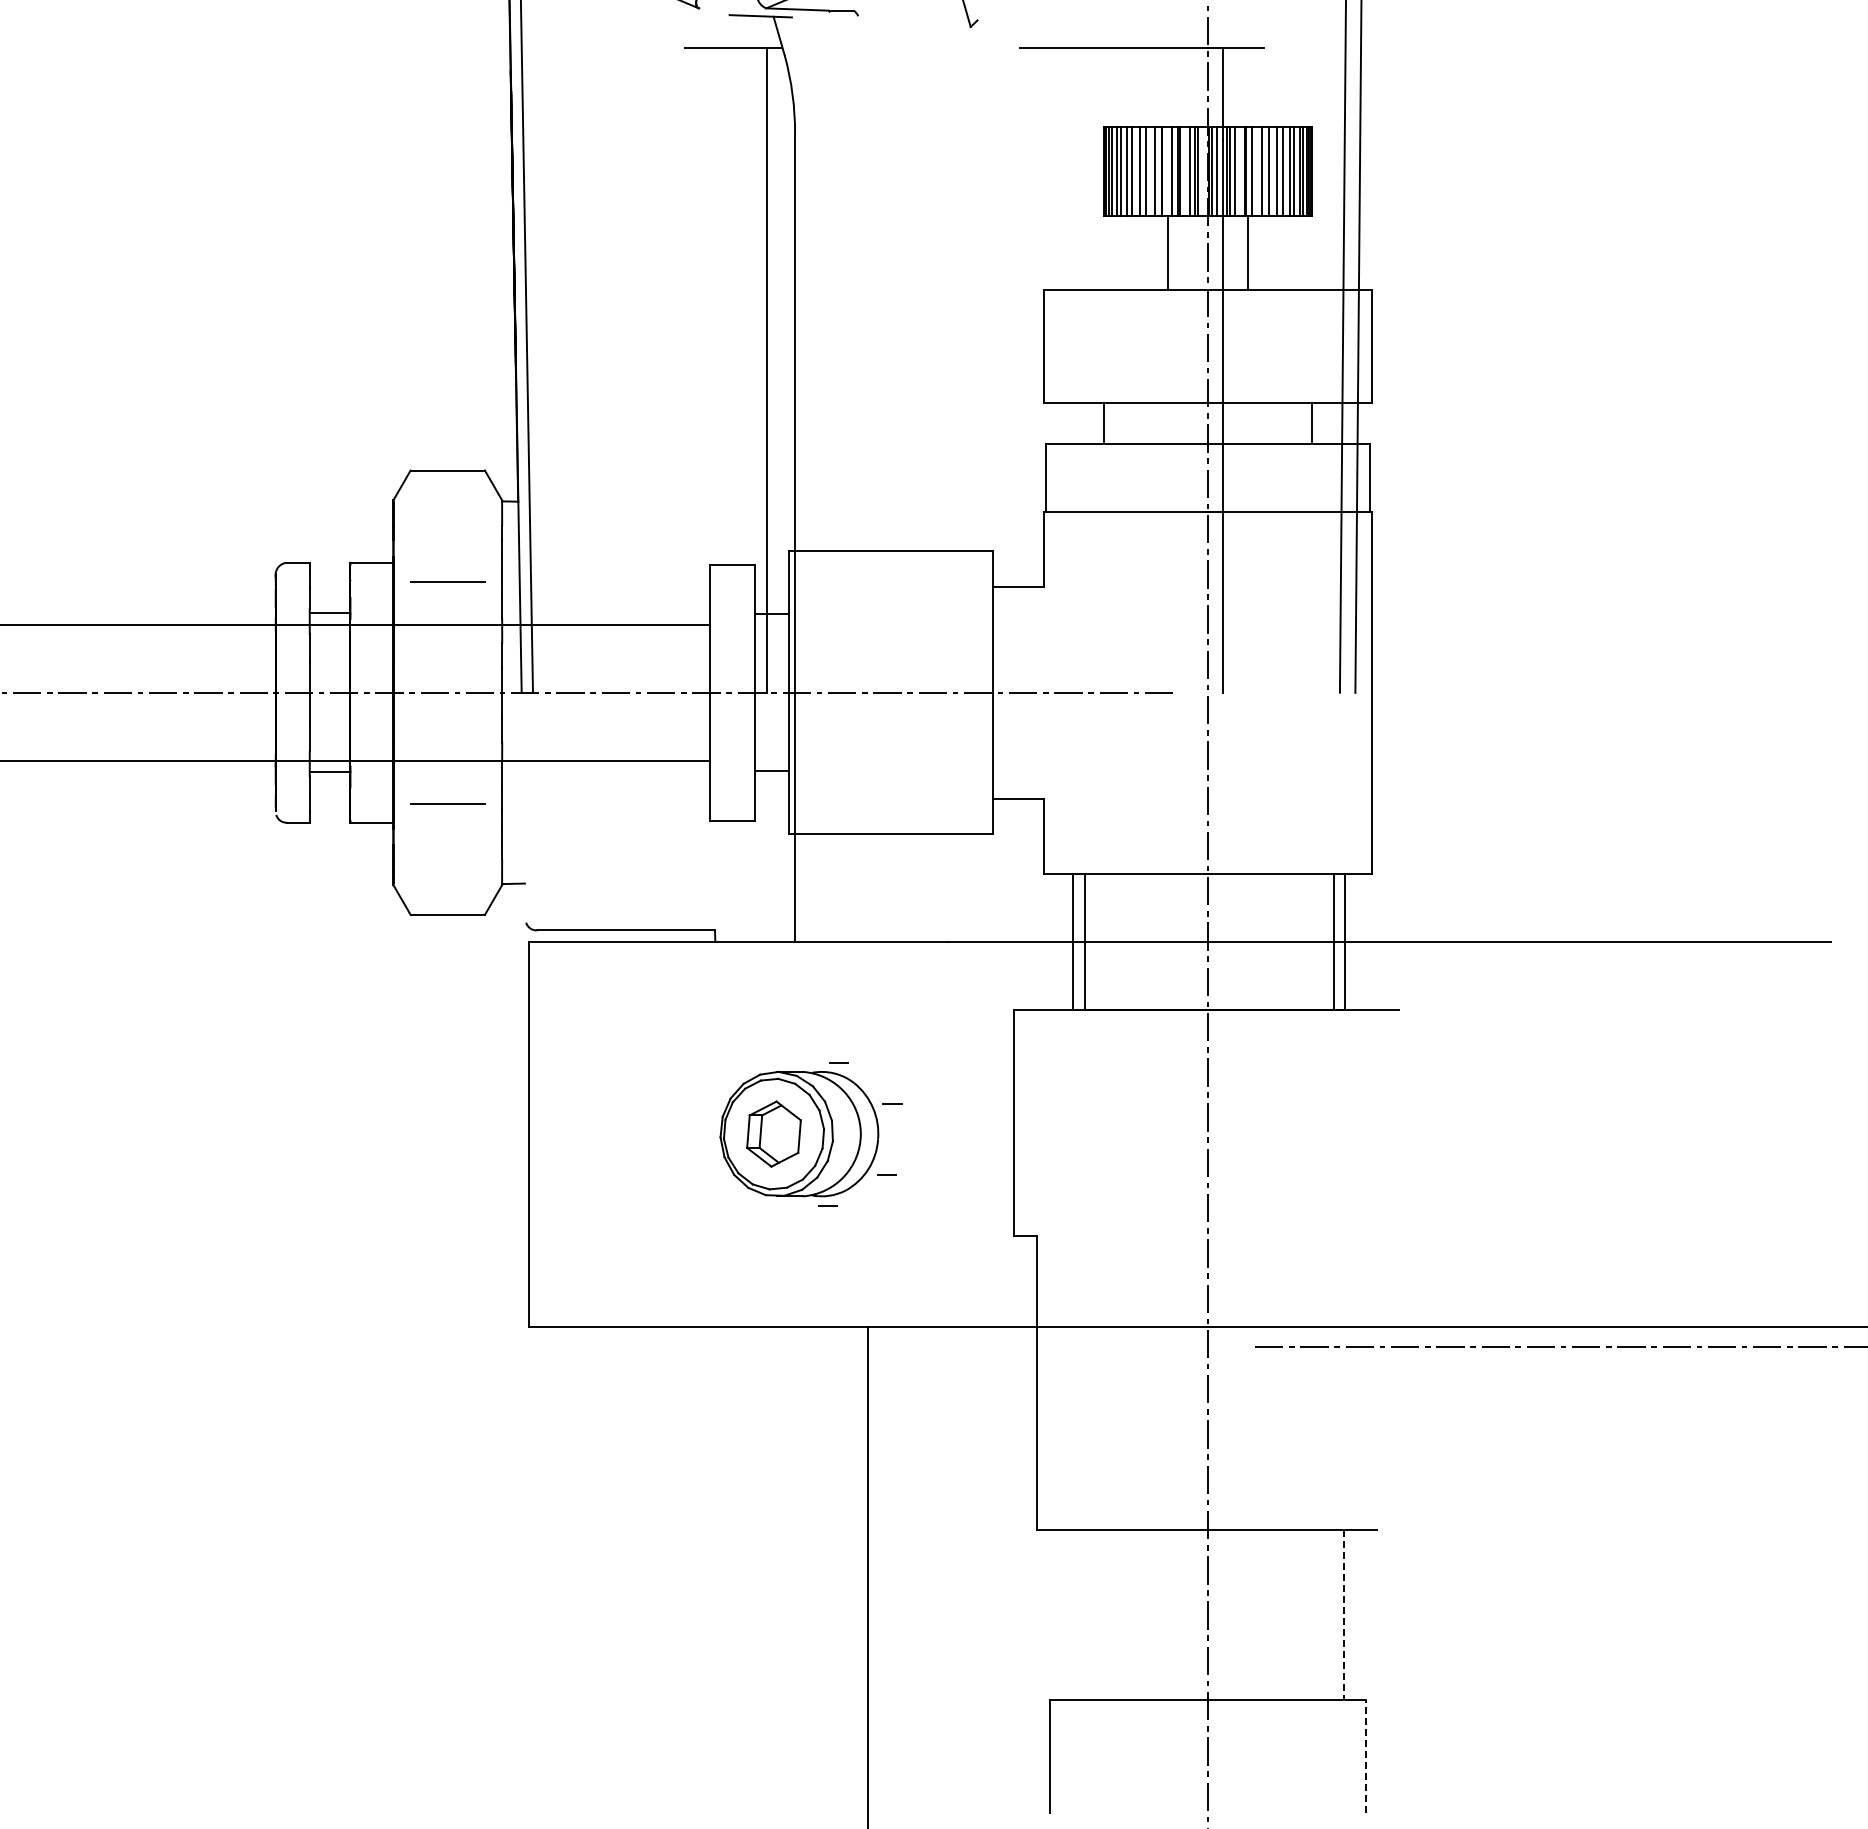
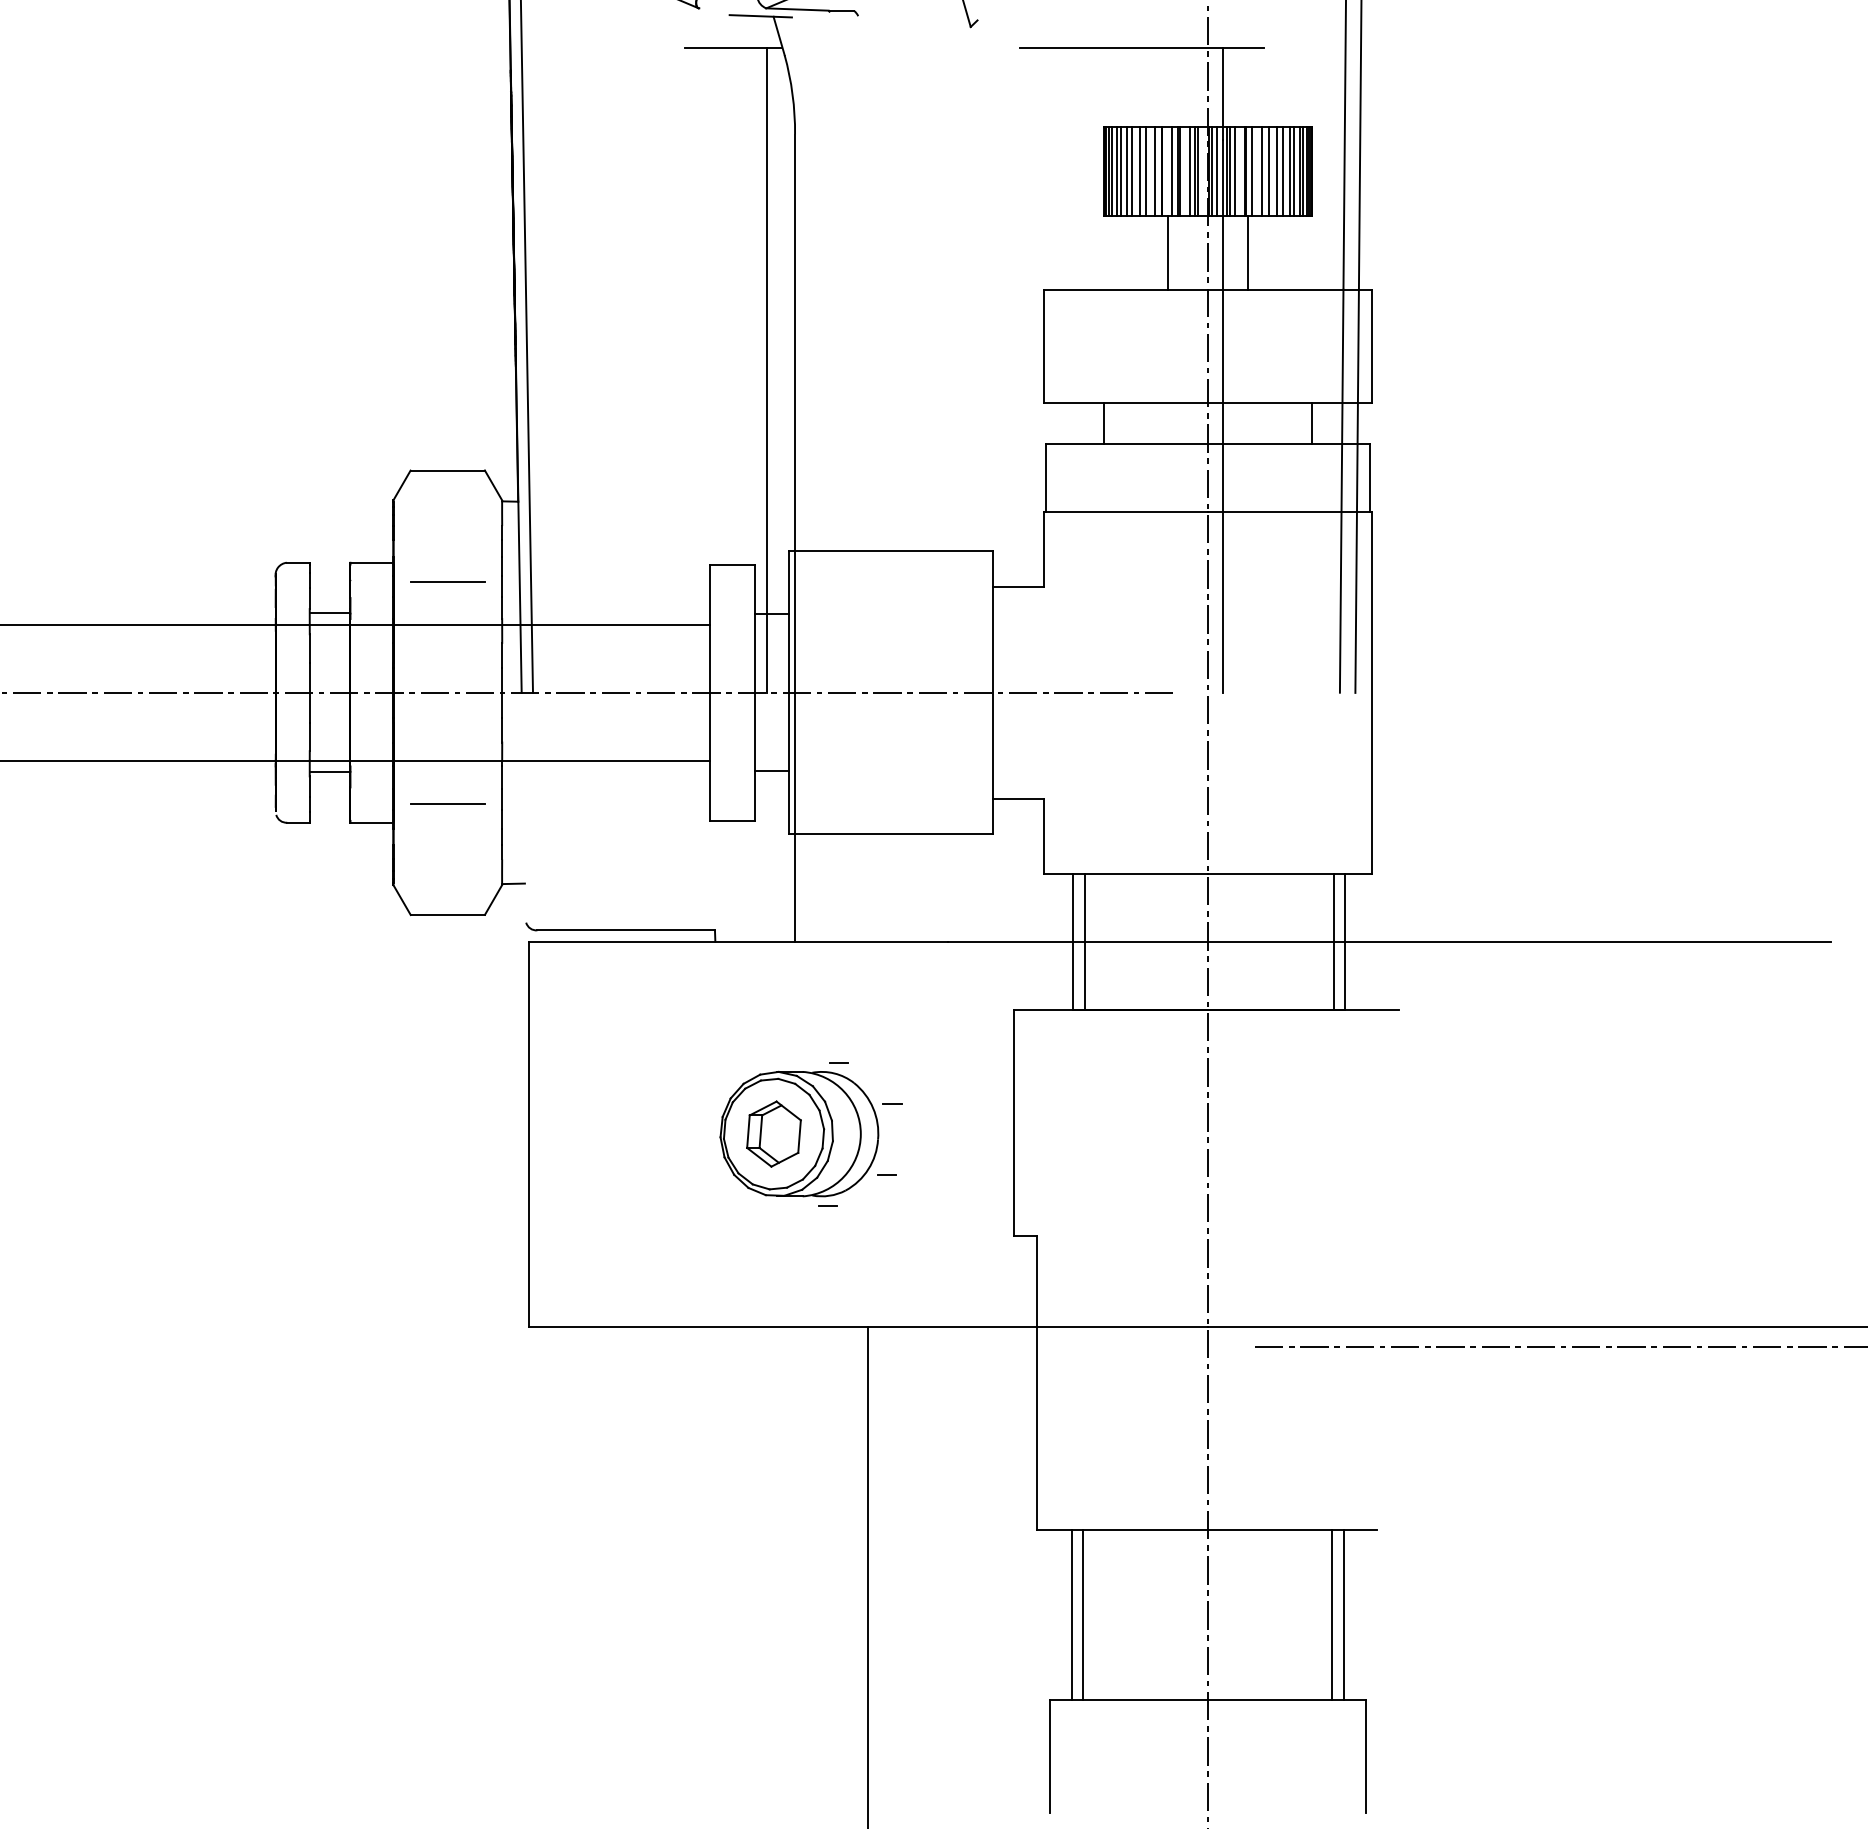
line at (1072, 1614): none -> present
line at (1083, 1614): none -> present
line at (1332, 1614): none -> present
line at (1343, 1614): dashed -> solid
line at (1366, 1756): dashed -> solid
